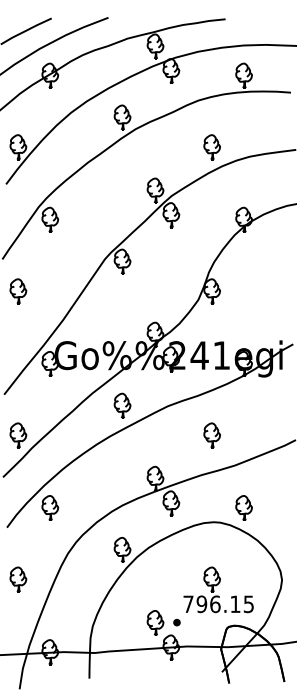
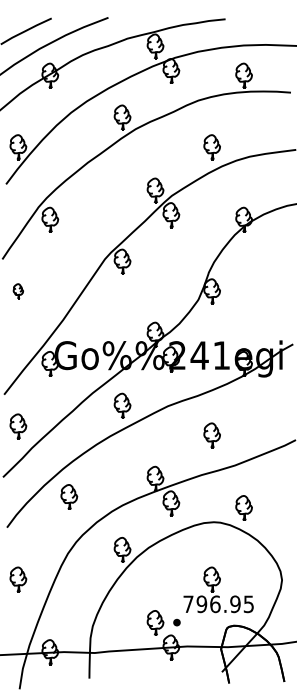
part at (18, 291) size: 19x27 px -> 12x17 px
part at (18, 435) position: (18, 435) -> (18, 426)
part at (50, 507) position: (50, 507) -> (69, 496)
text at (235, 604): 796.15 -> 796.95
